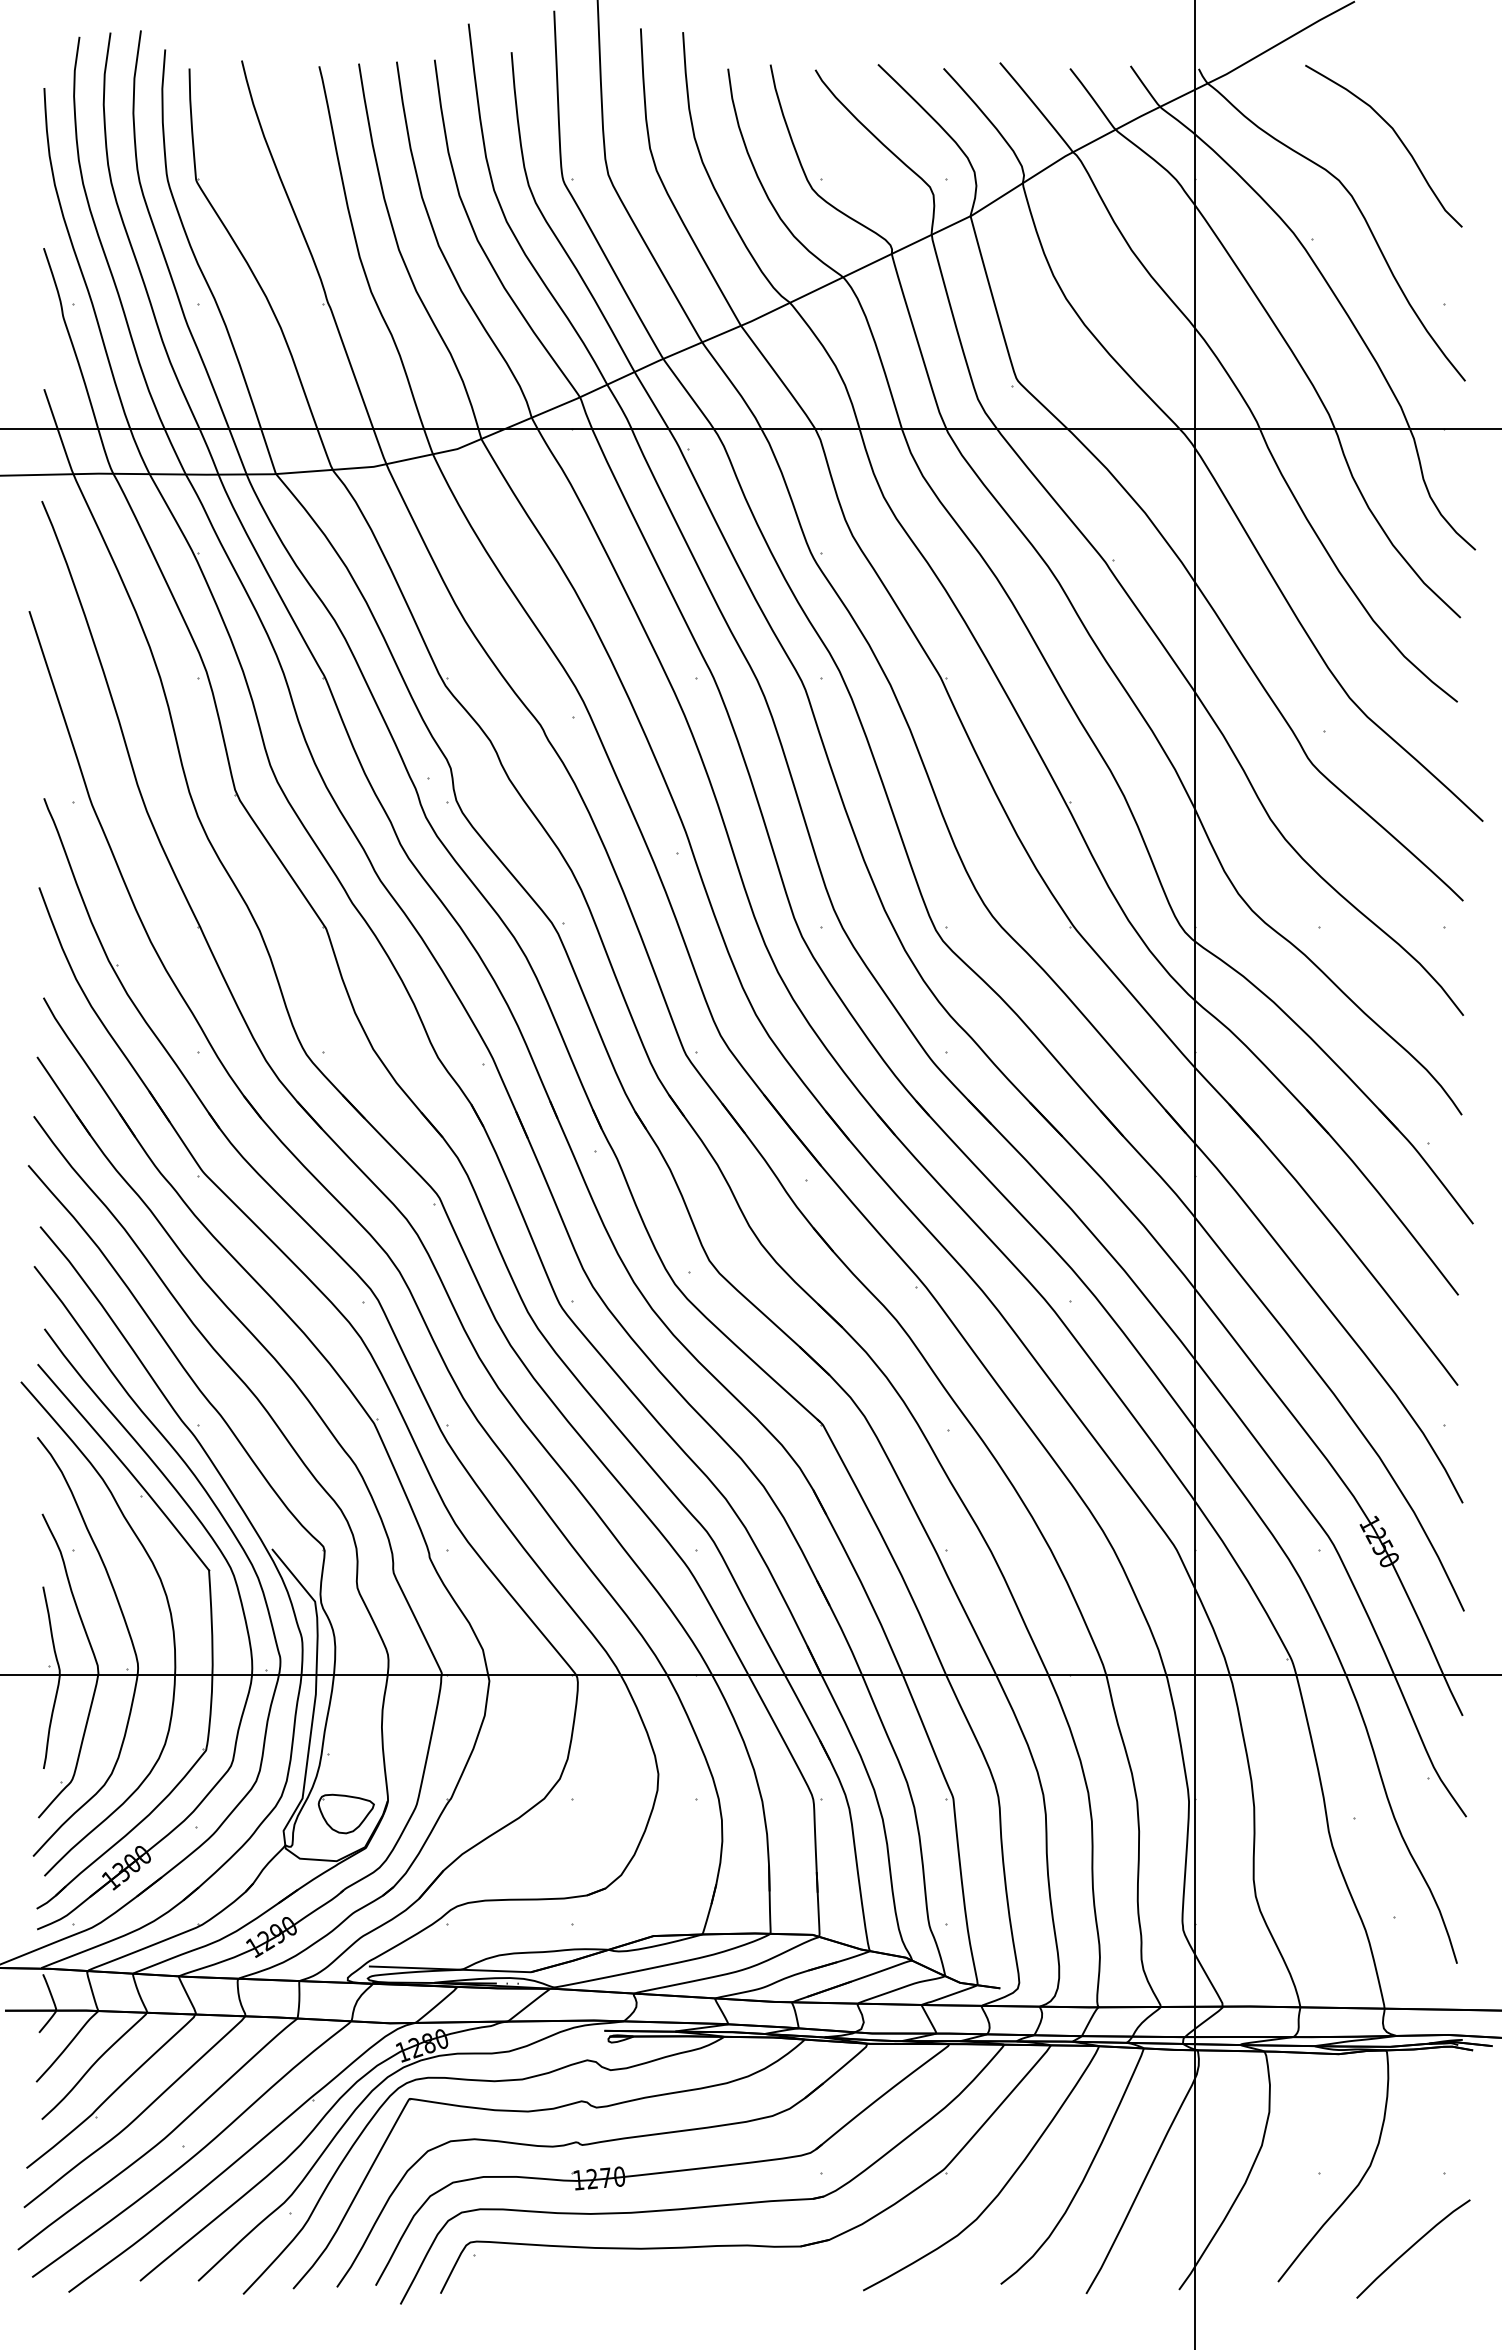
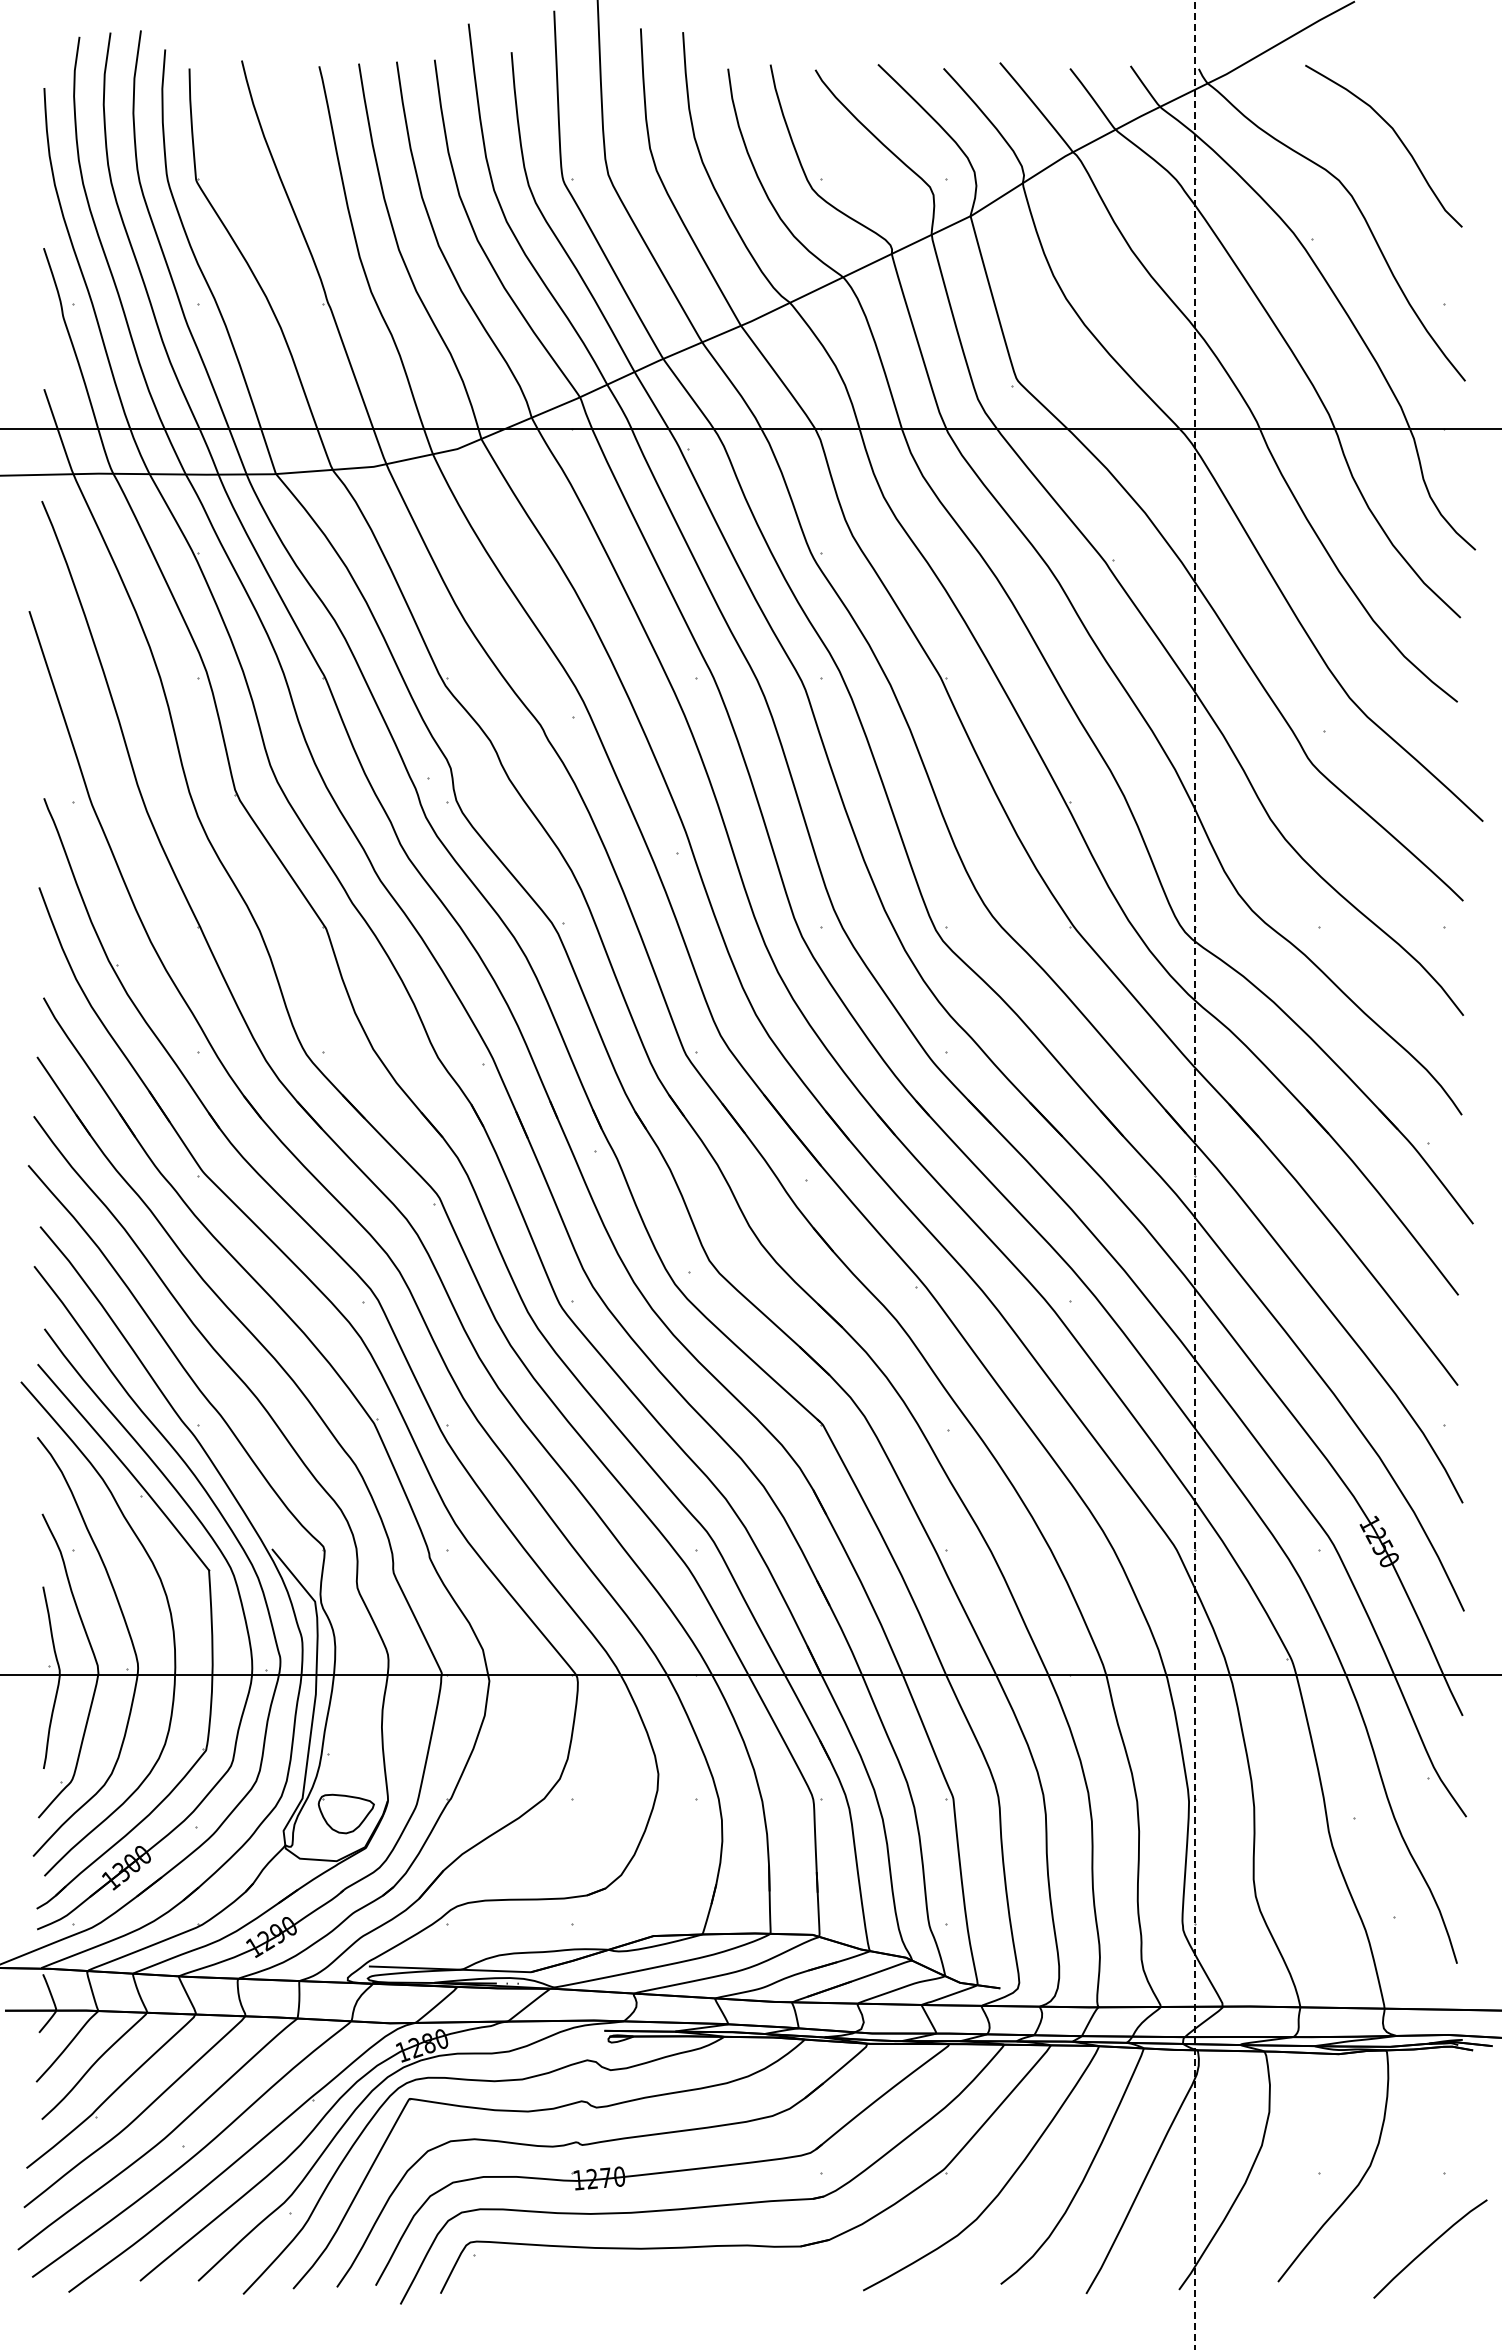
line at (1194, 1174): solid -> dashed
curve at (1412, 2247) position: (1412, 2247) -> (1429, 2247)
